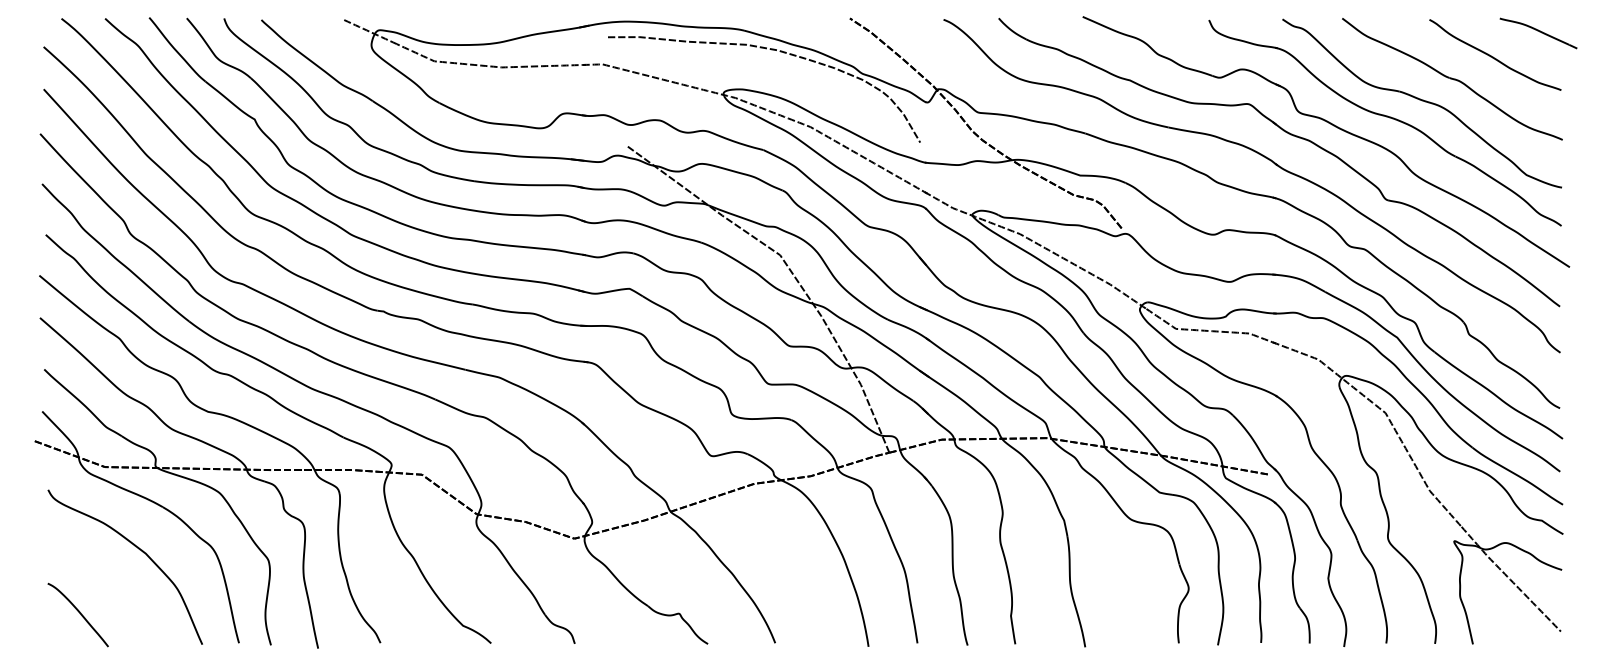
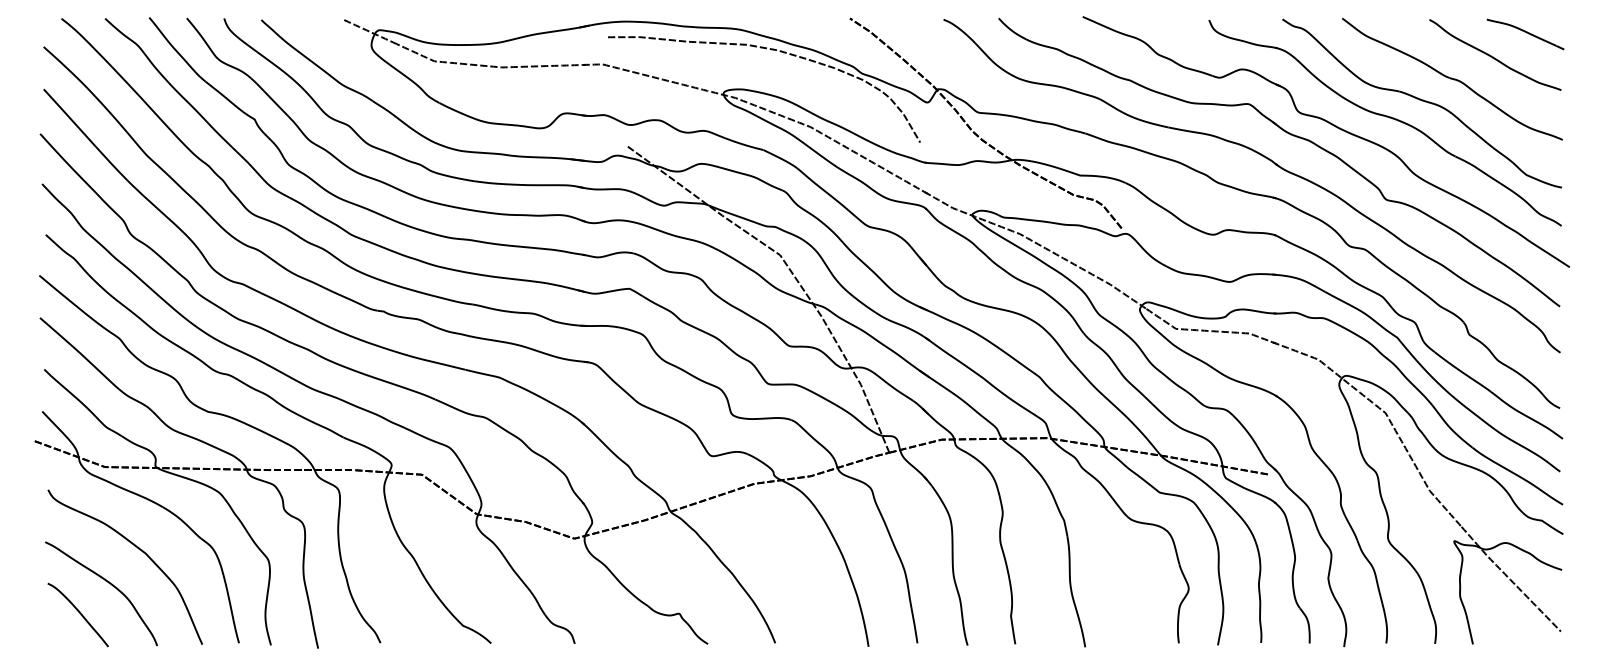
part at (1538, 33) position: (1538, 33) -> (1525, 34)
curve at (108, 583): none -> present
